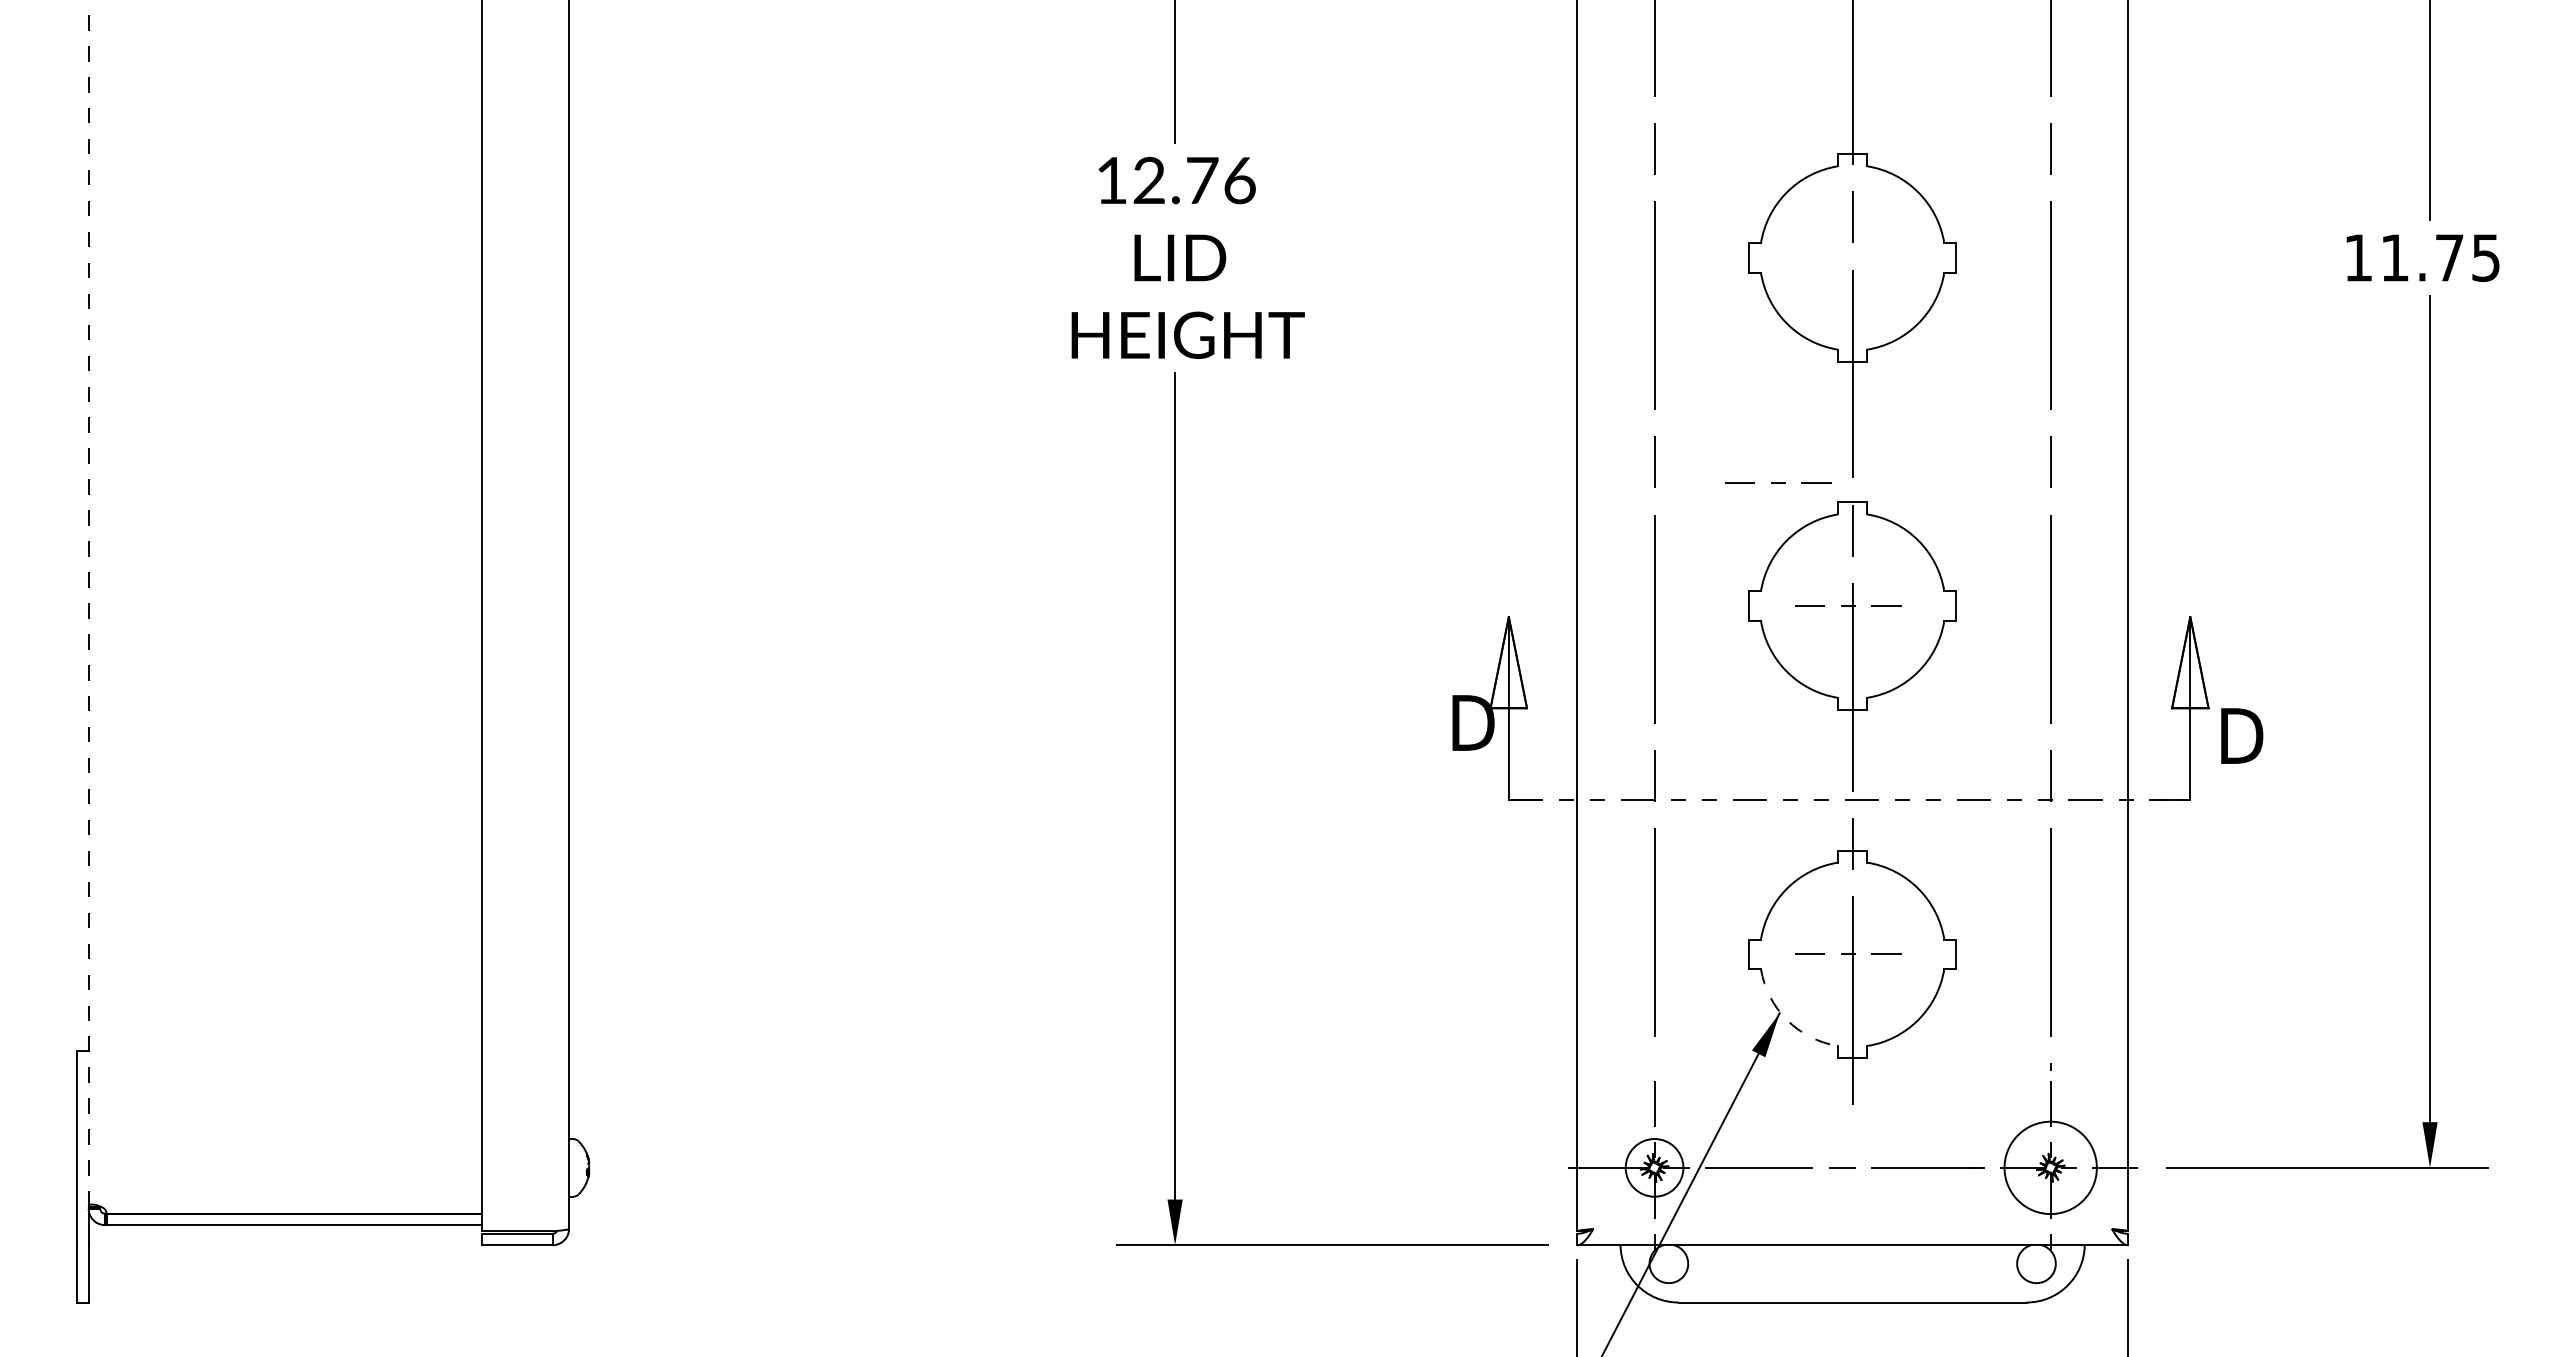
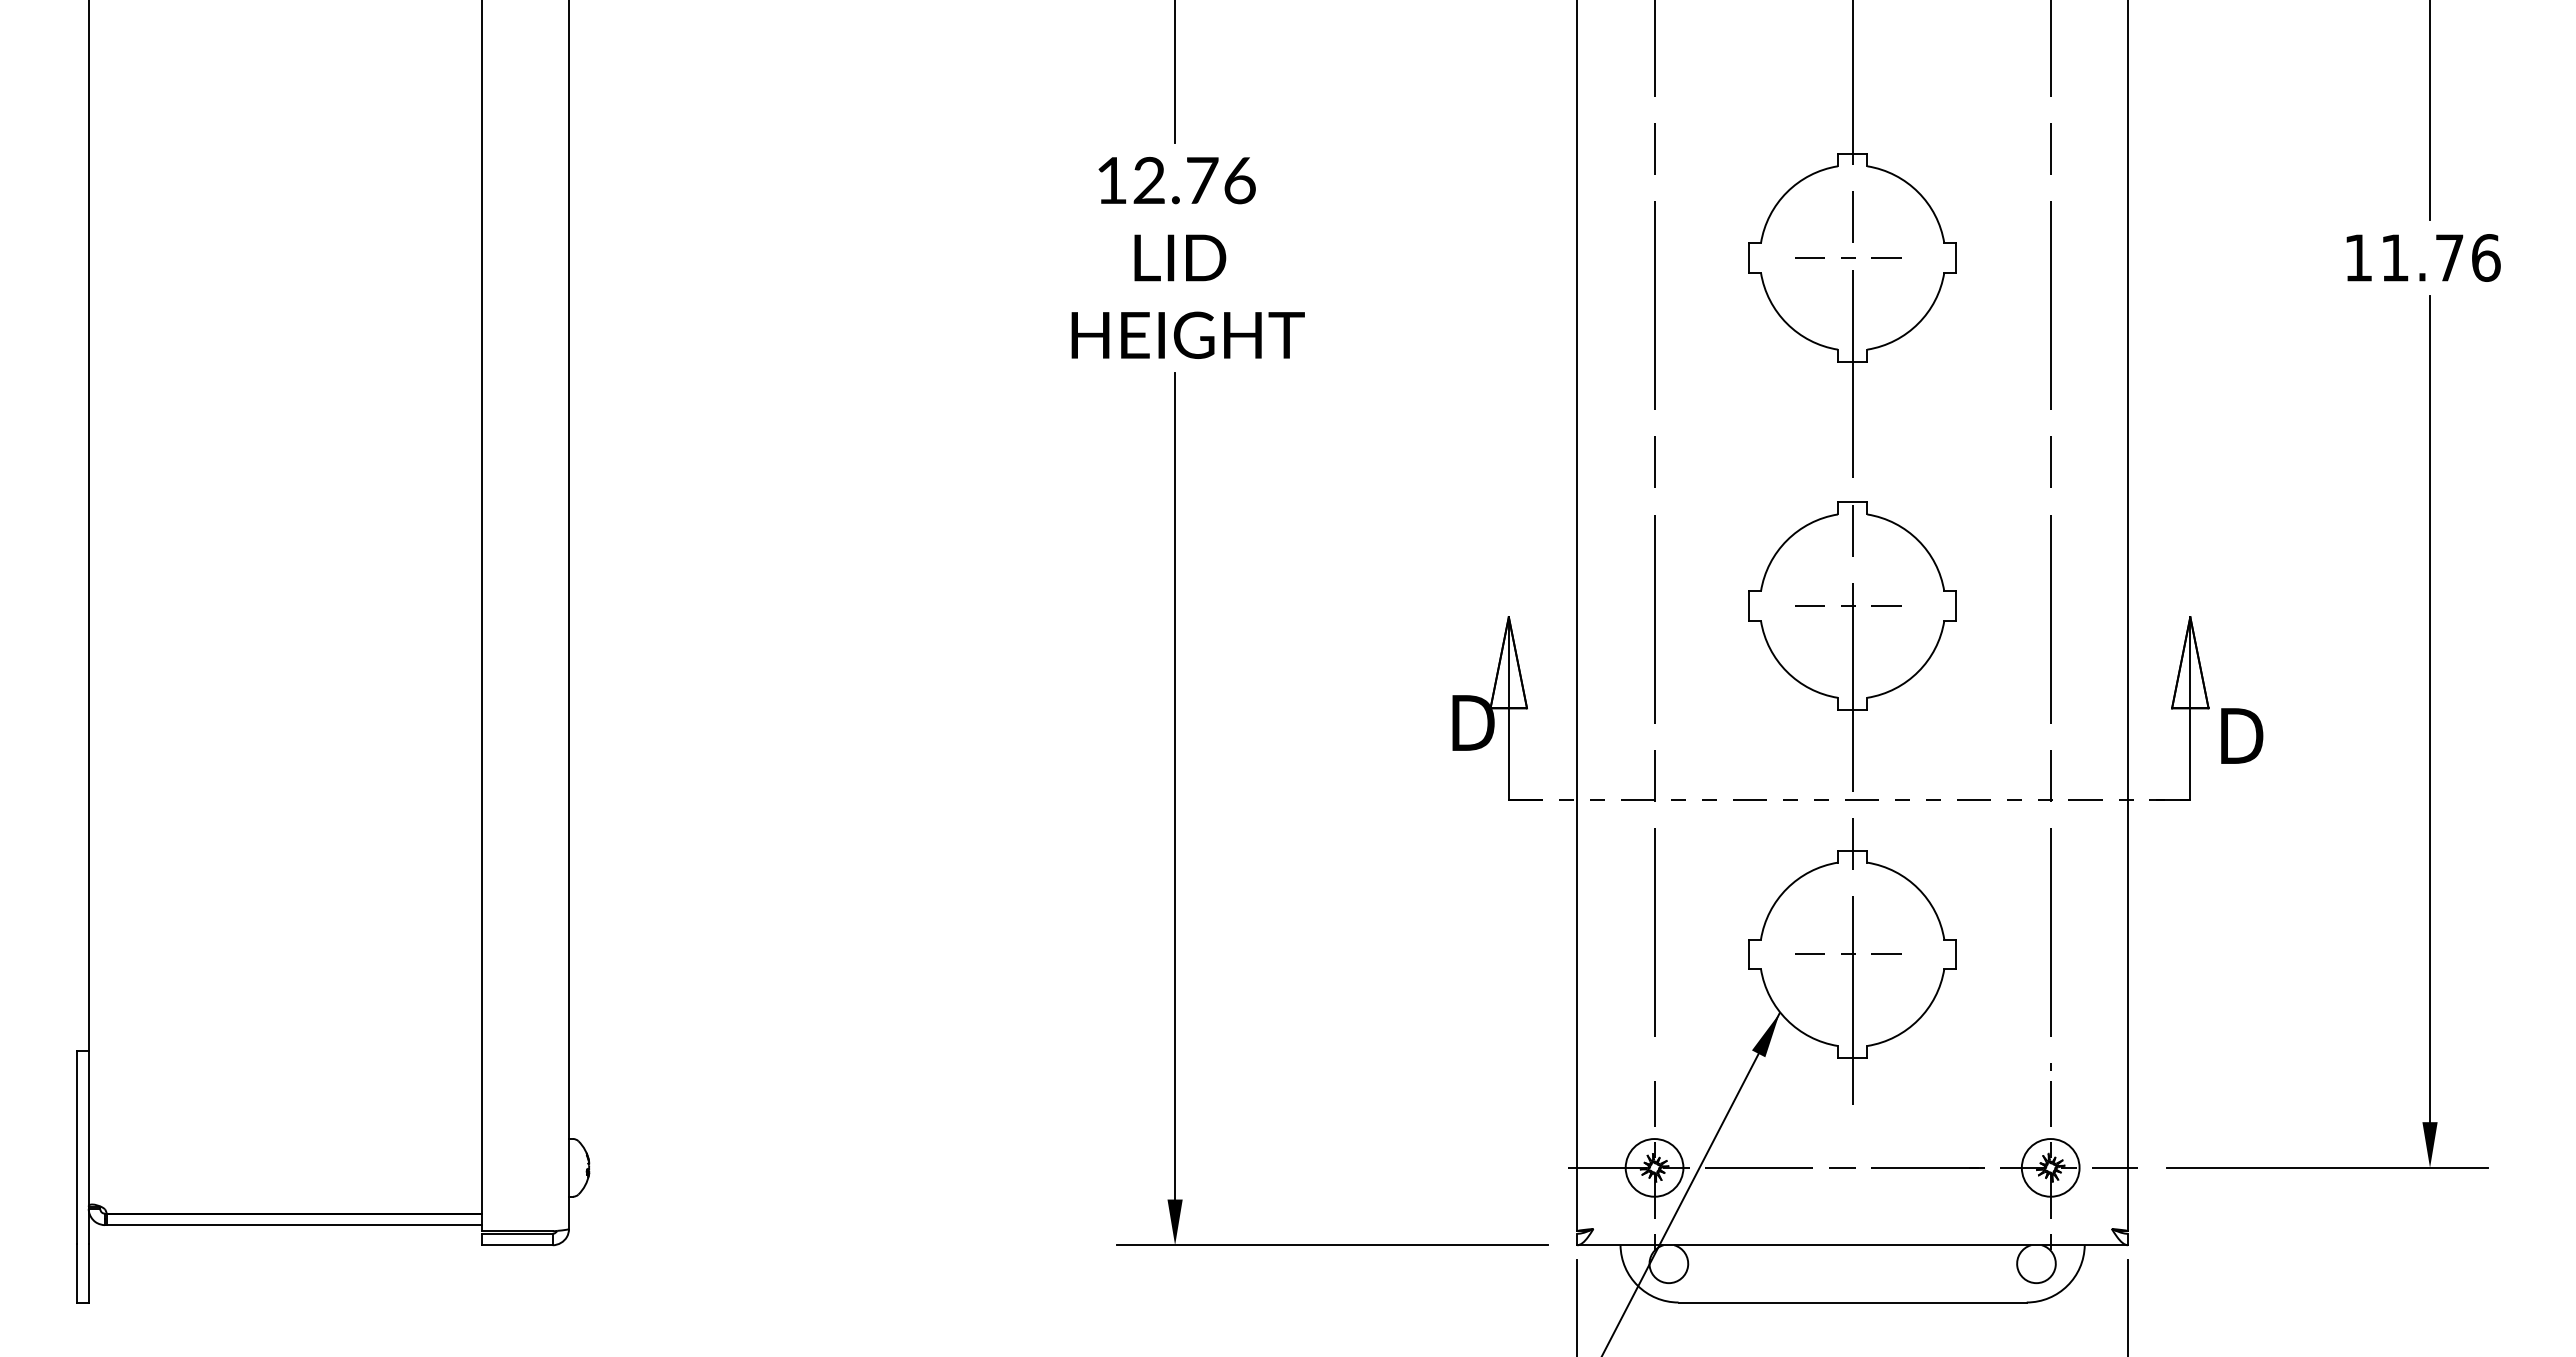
text at (2486, 257): 11.75 -> 11.76
line at (1778, 482) position: (1778, 482) -> (1848, 257)
line at (88, 602): dashed -> solid
arc at (1786, 1019): dashed -> solid
circle at (2050, 1167) diameter: 92 px -> 58 px
